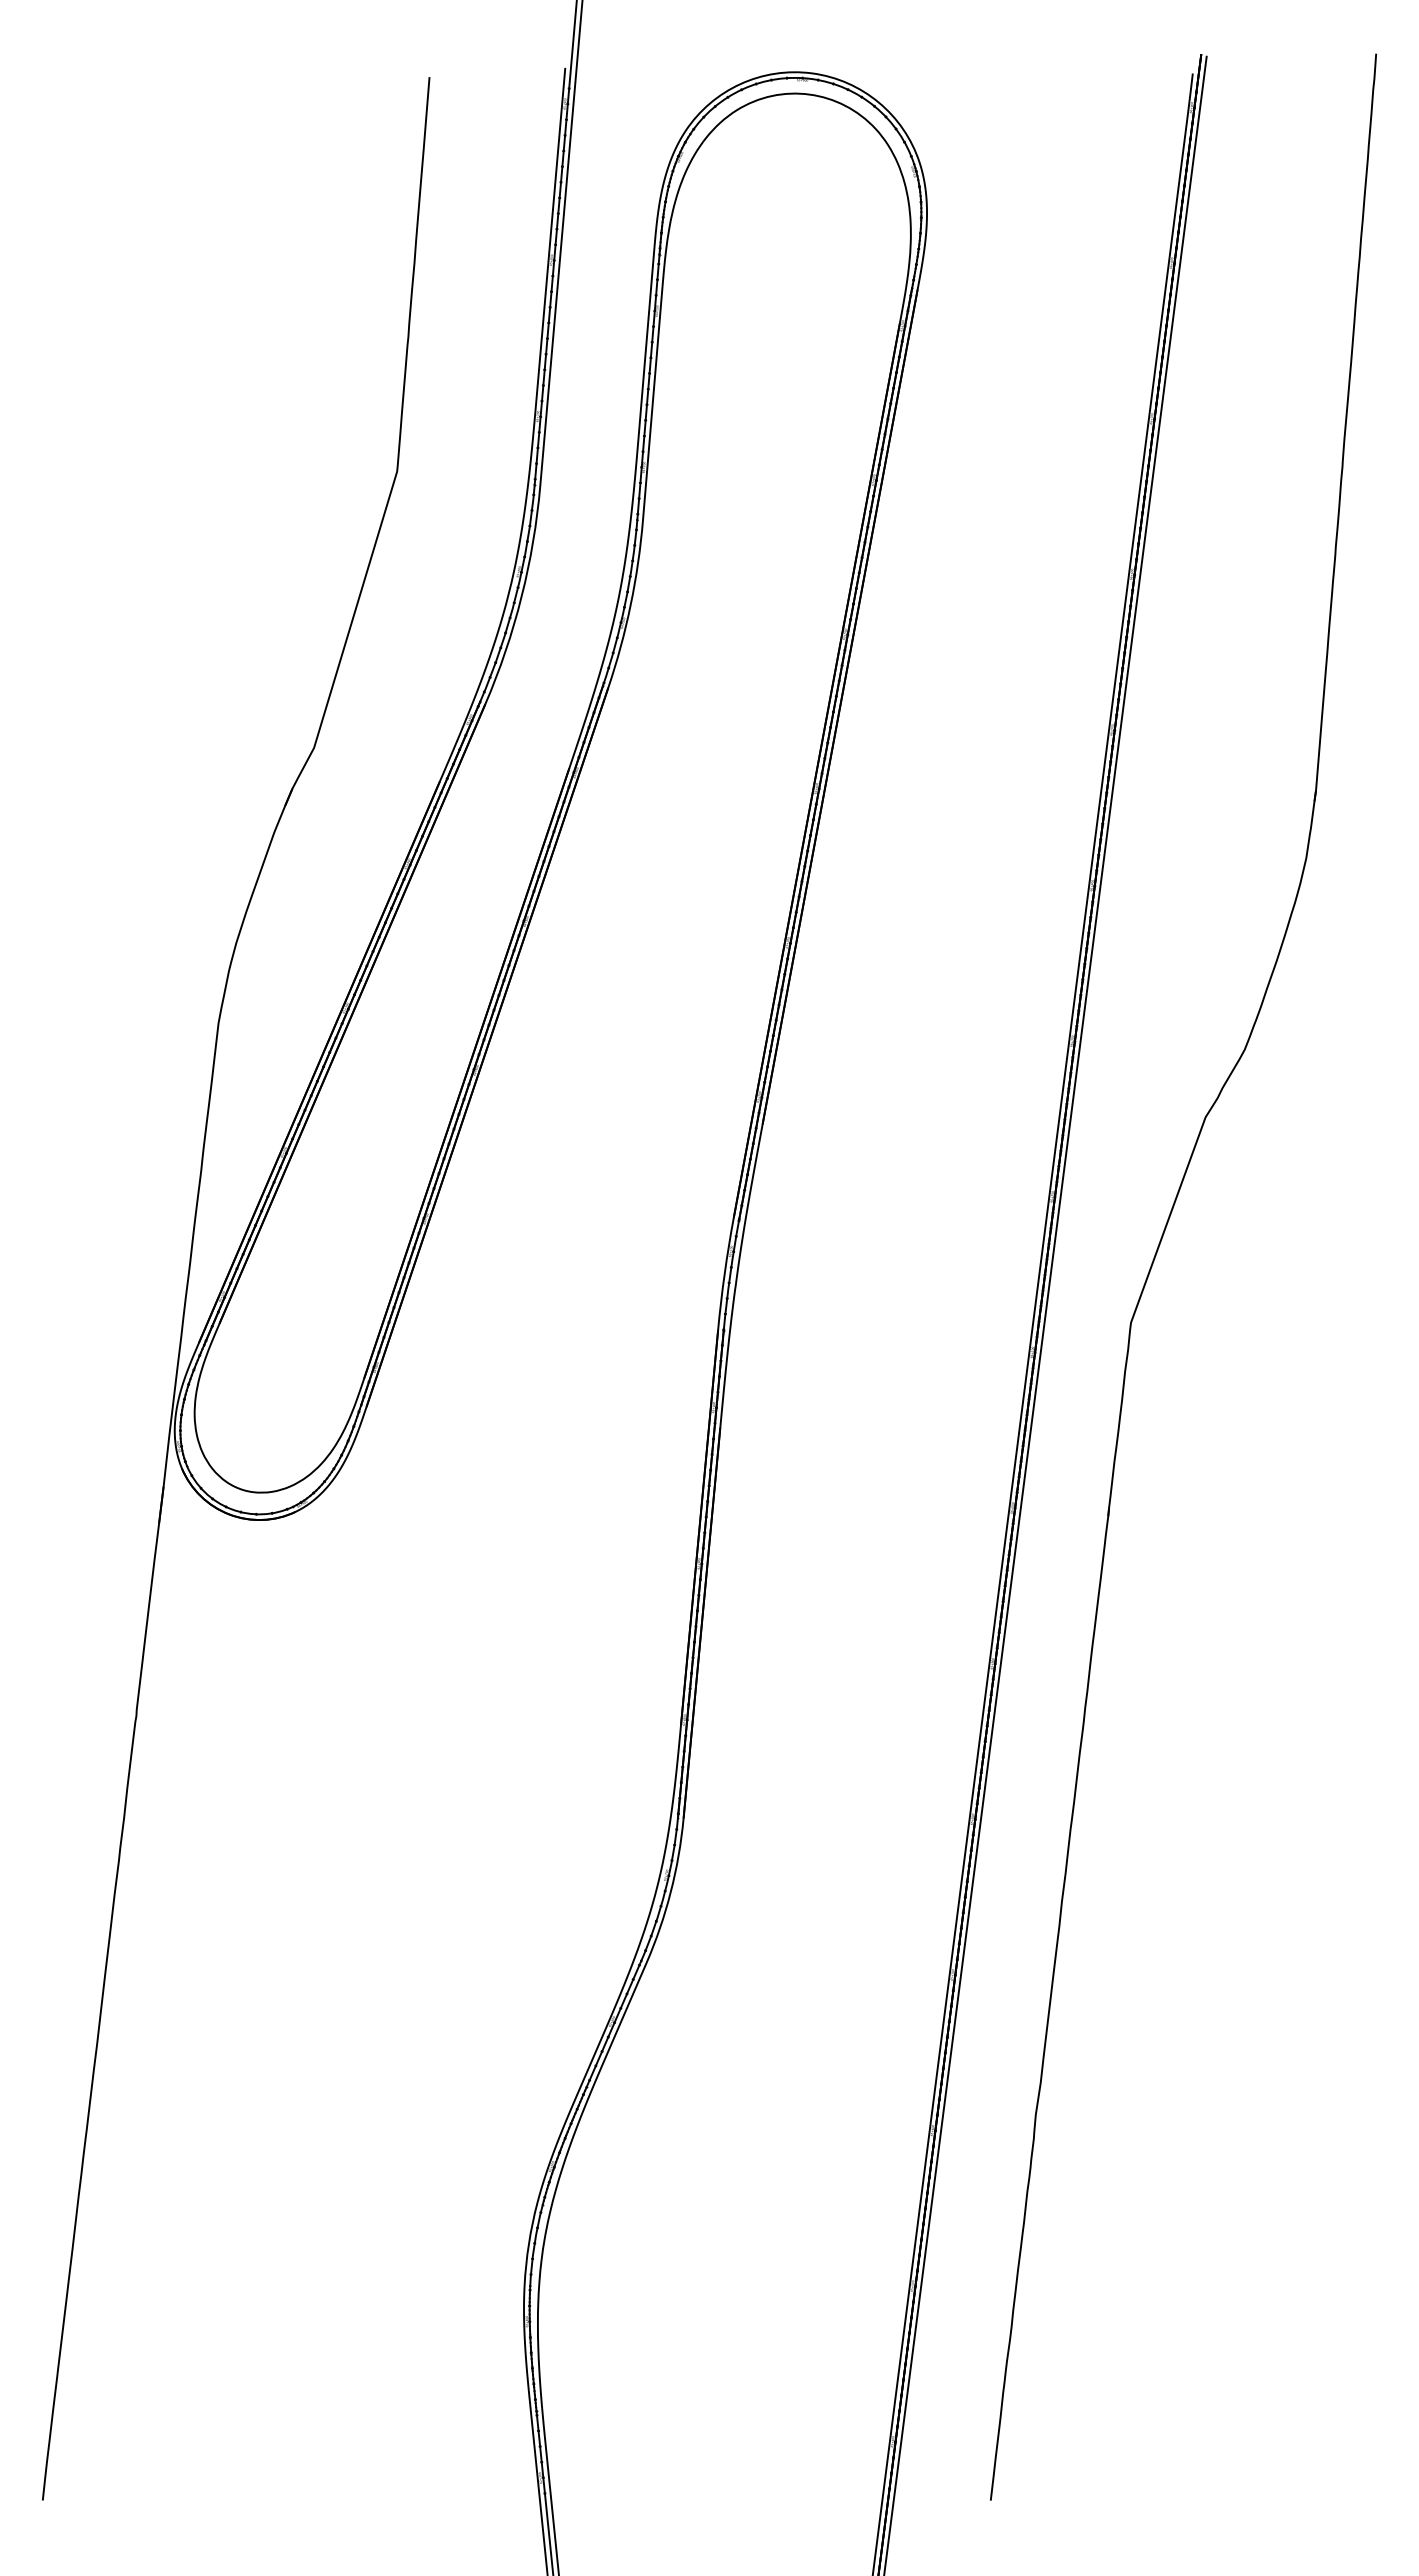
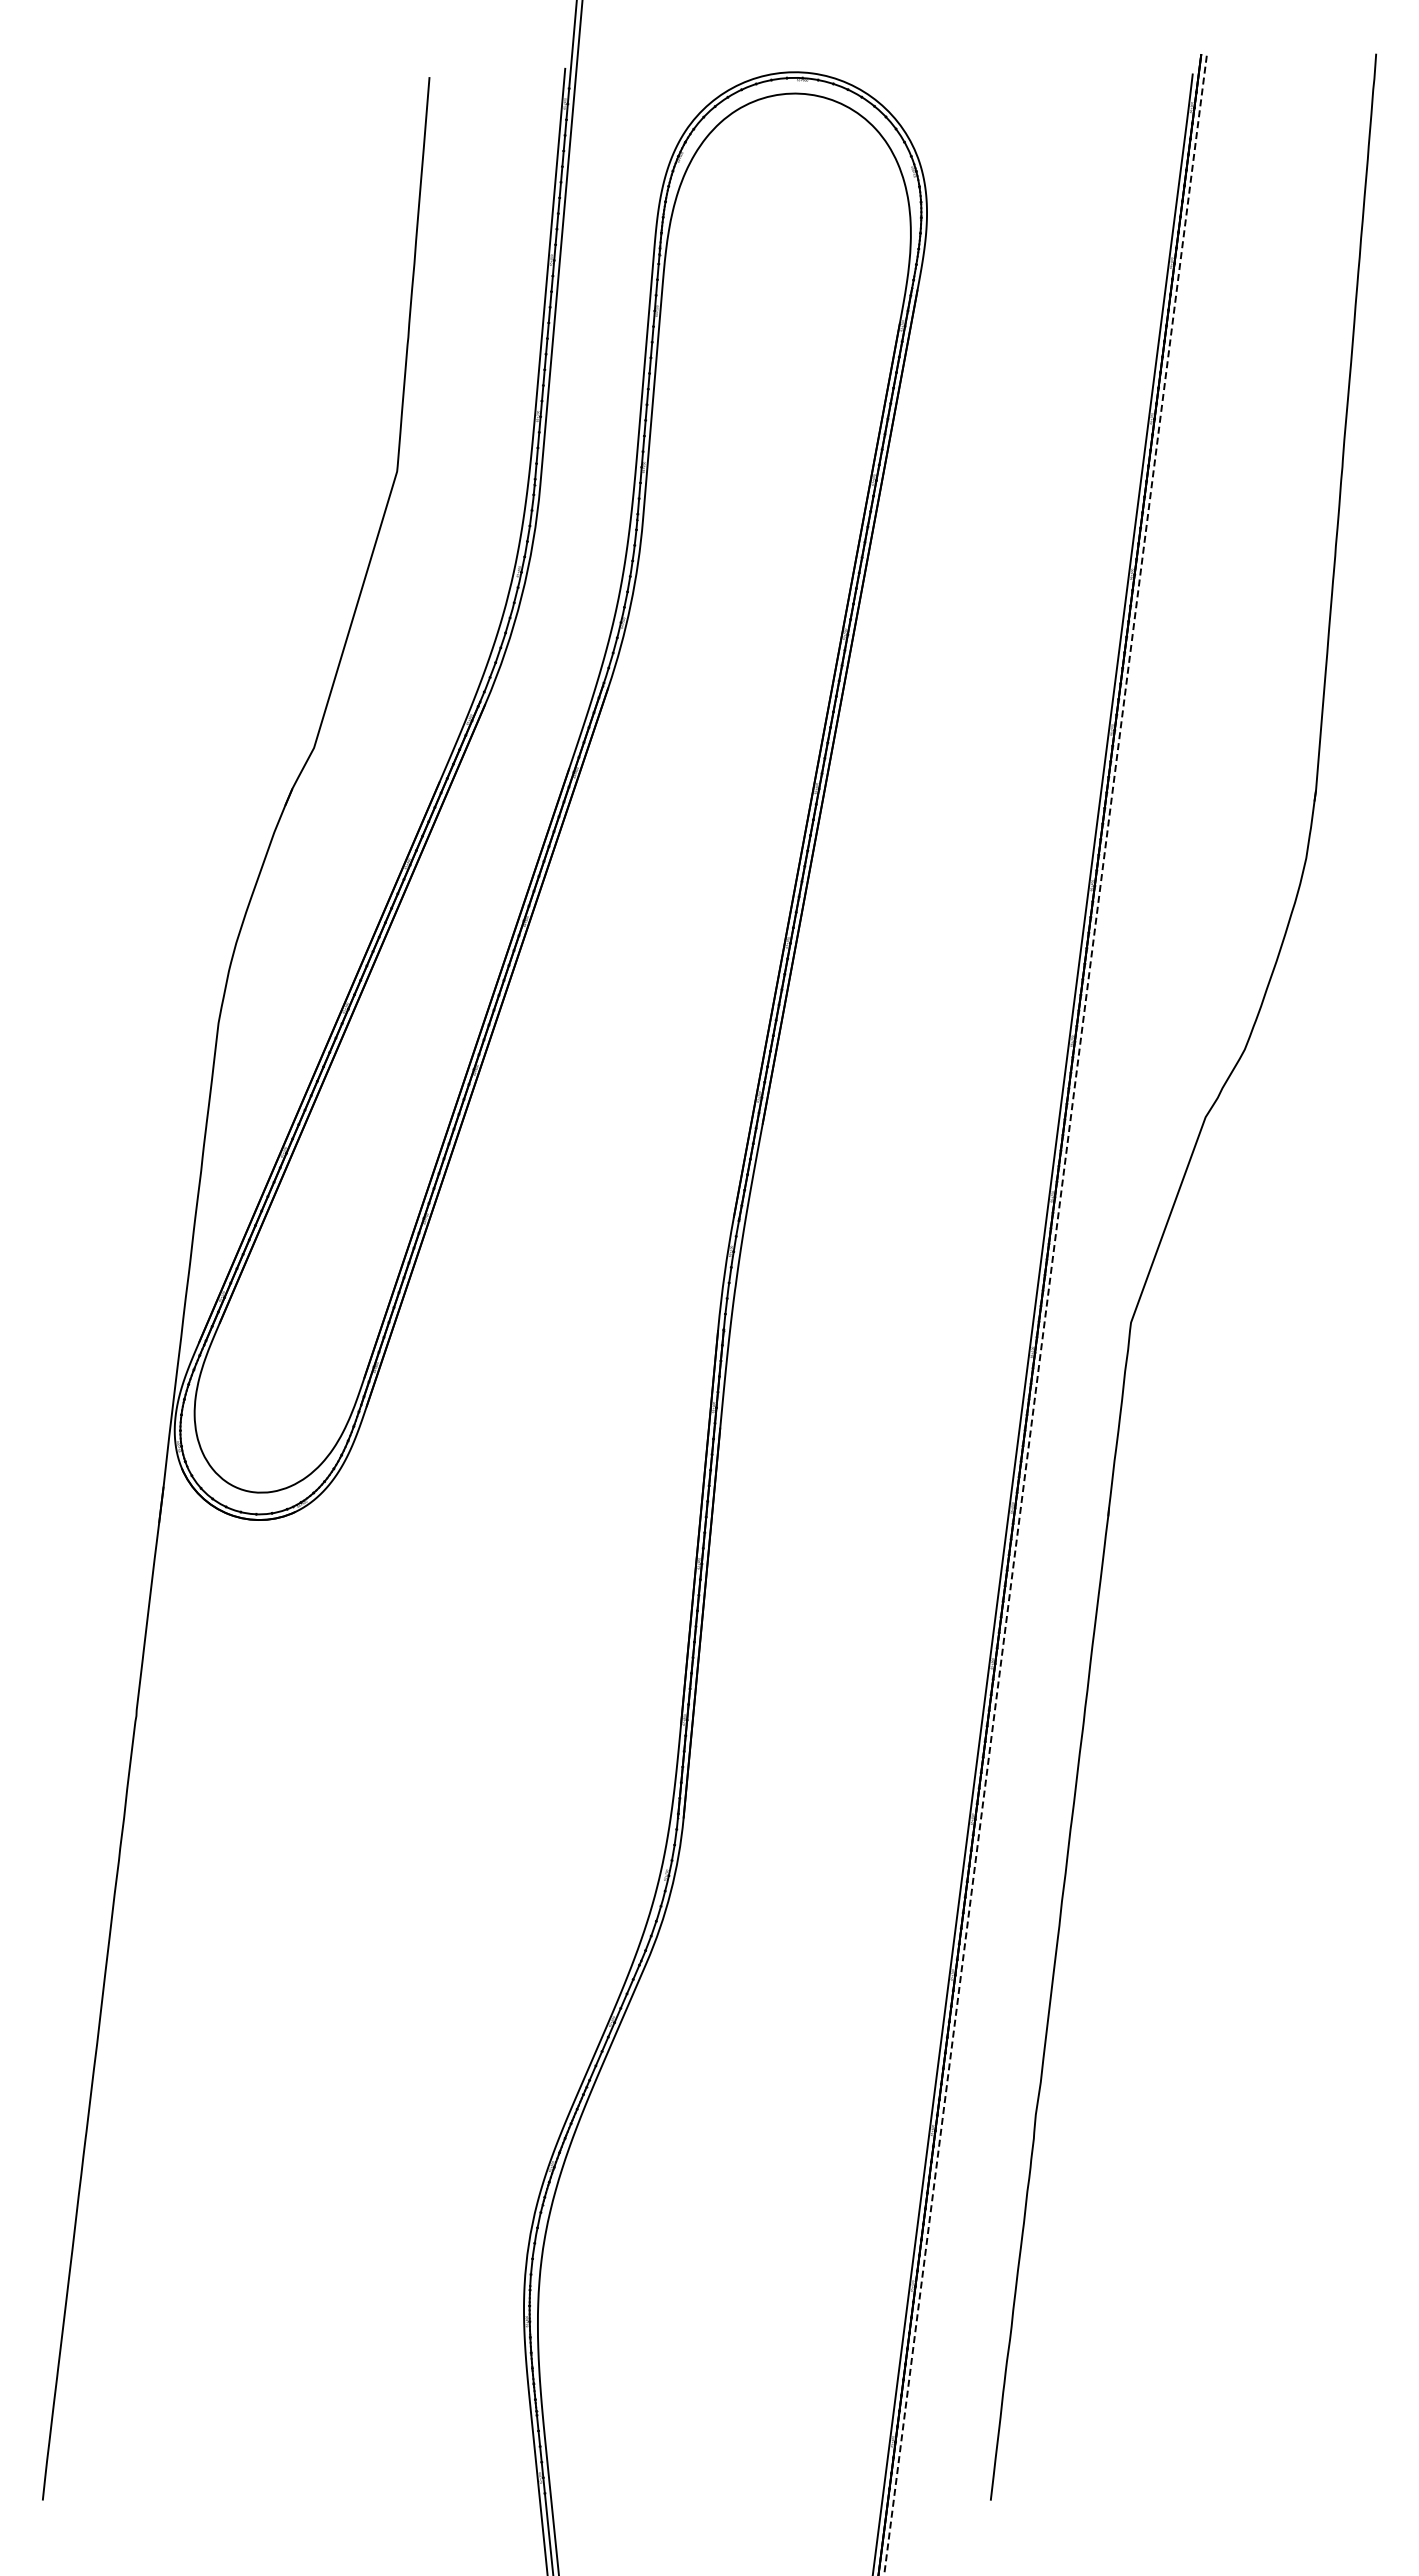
line at (1045, 1316): solid -> dashed
